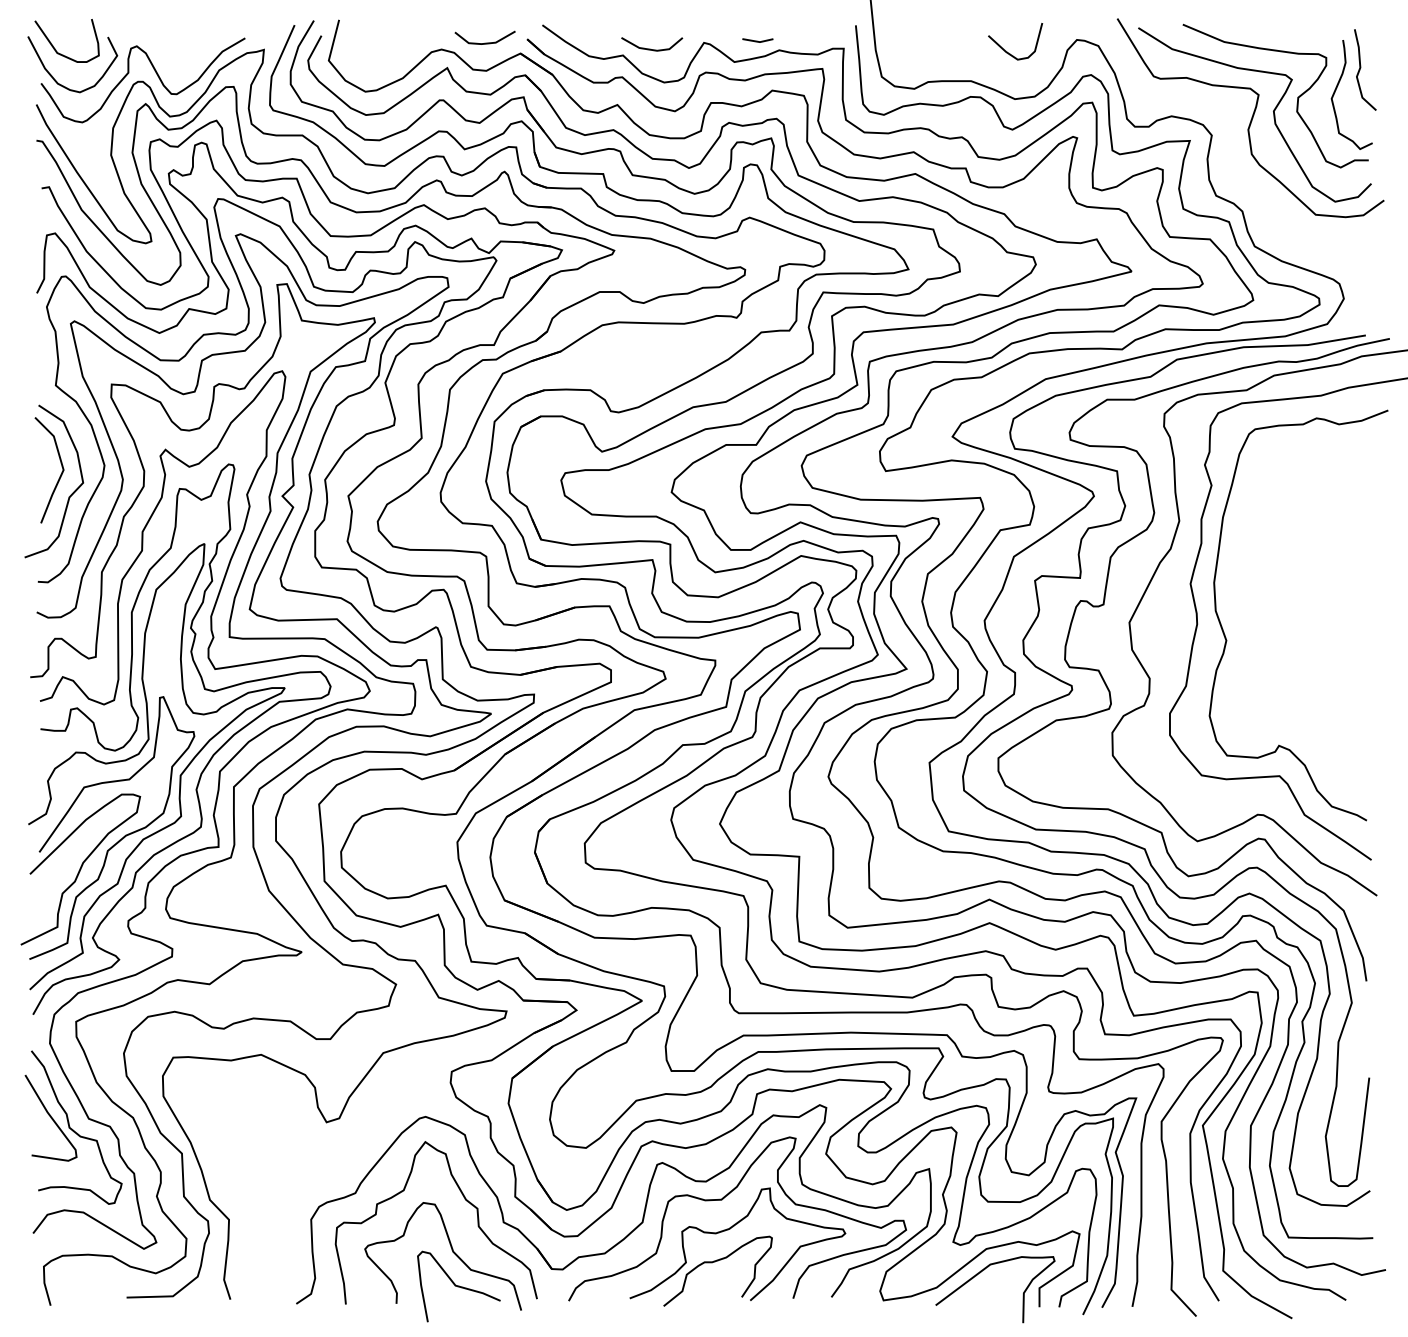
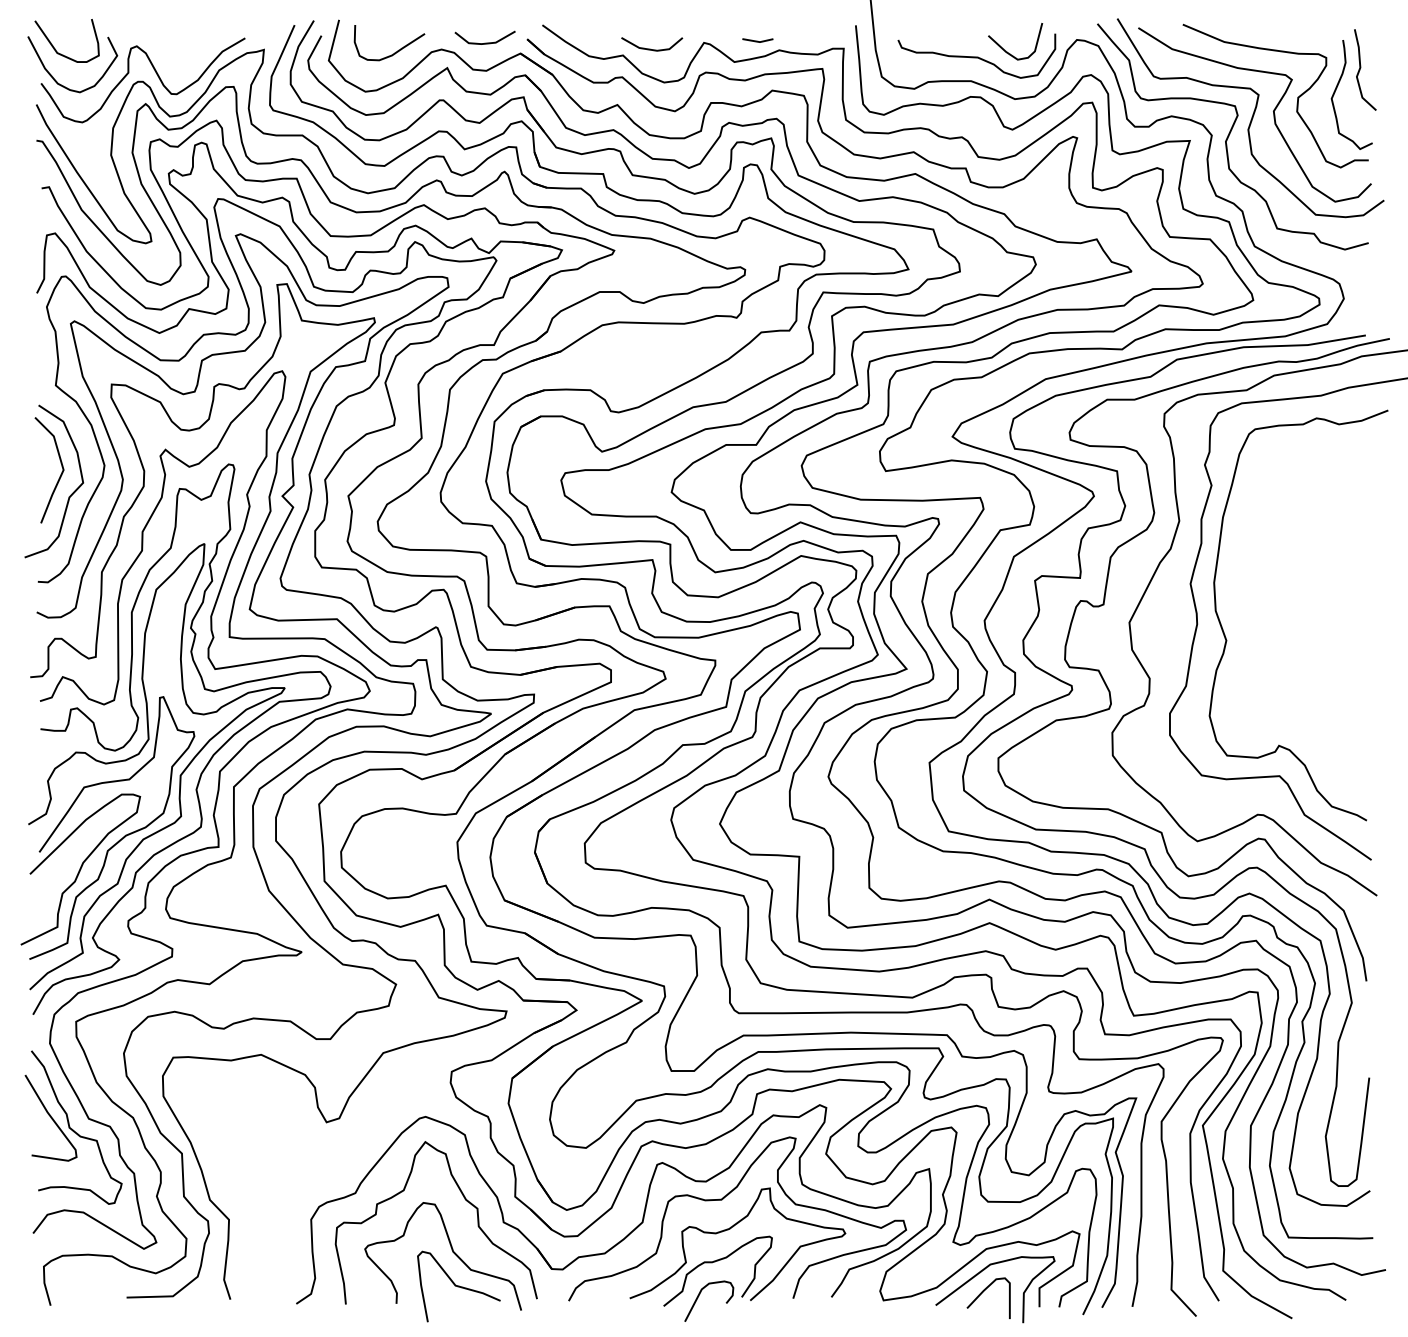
curve at (394, 52): none -> present
curve at (976, 56): none -> present
curve at (1230, 134): none -> present
curve at (983, 1292): none -> present
curve at (699, 1296): none -> present
